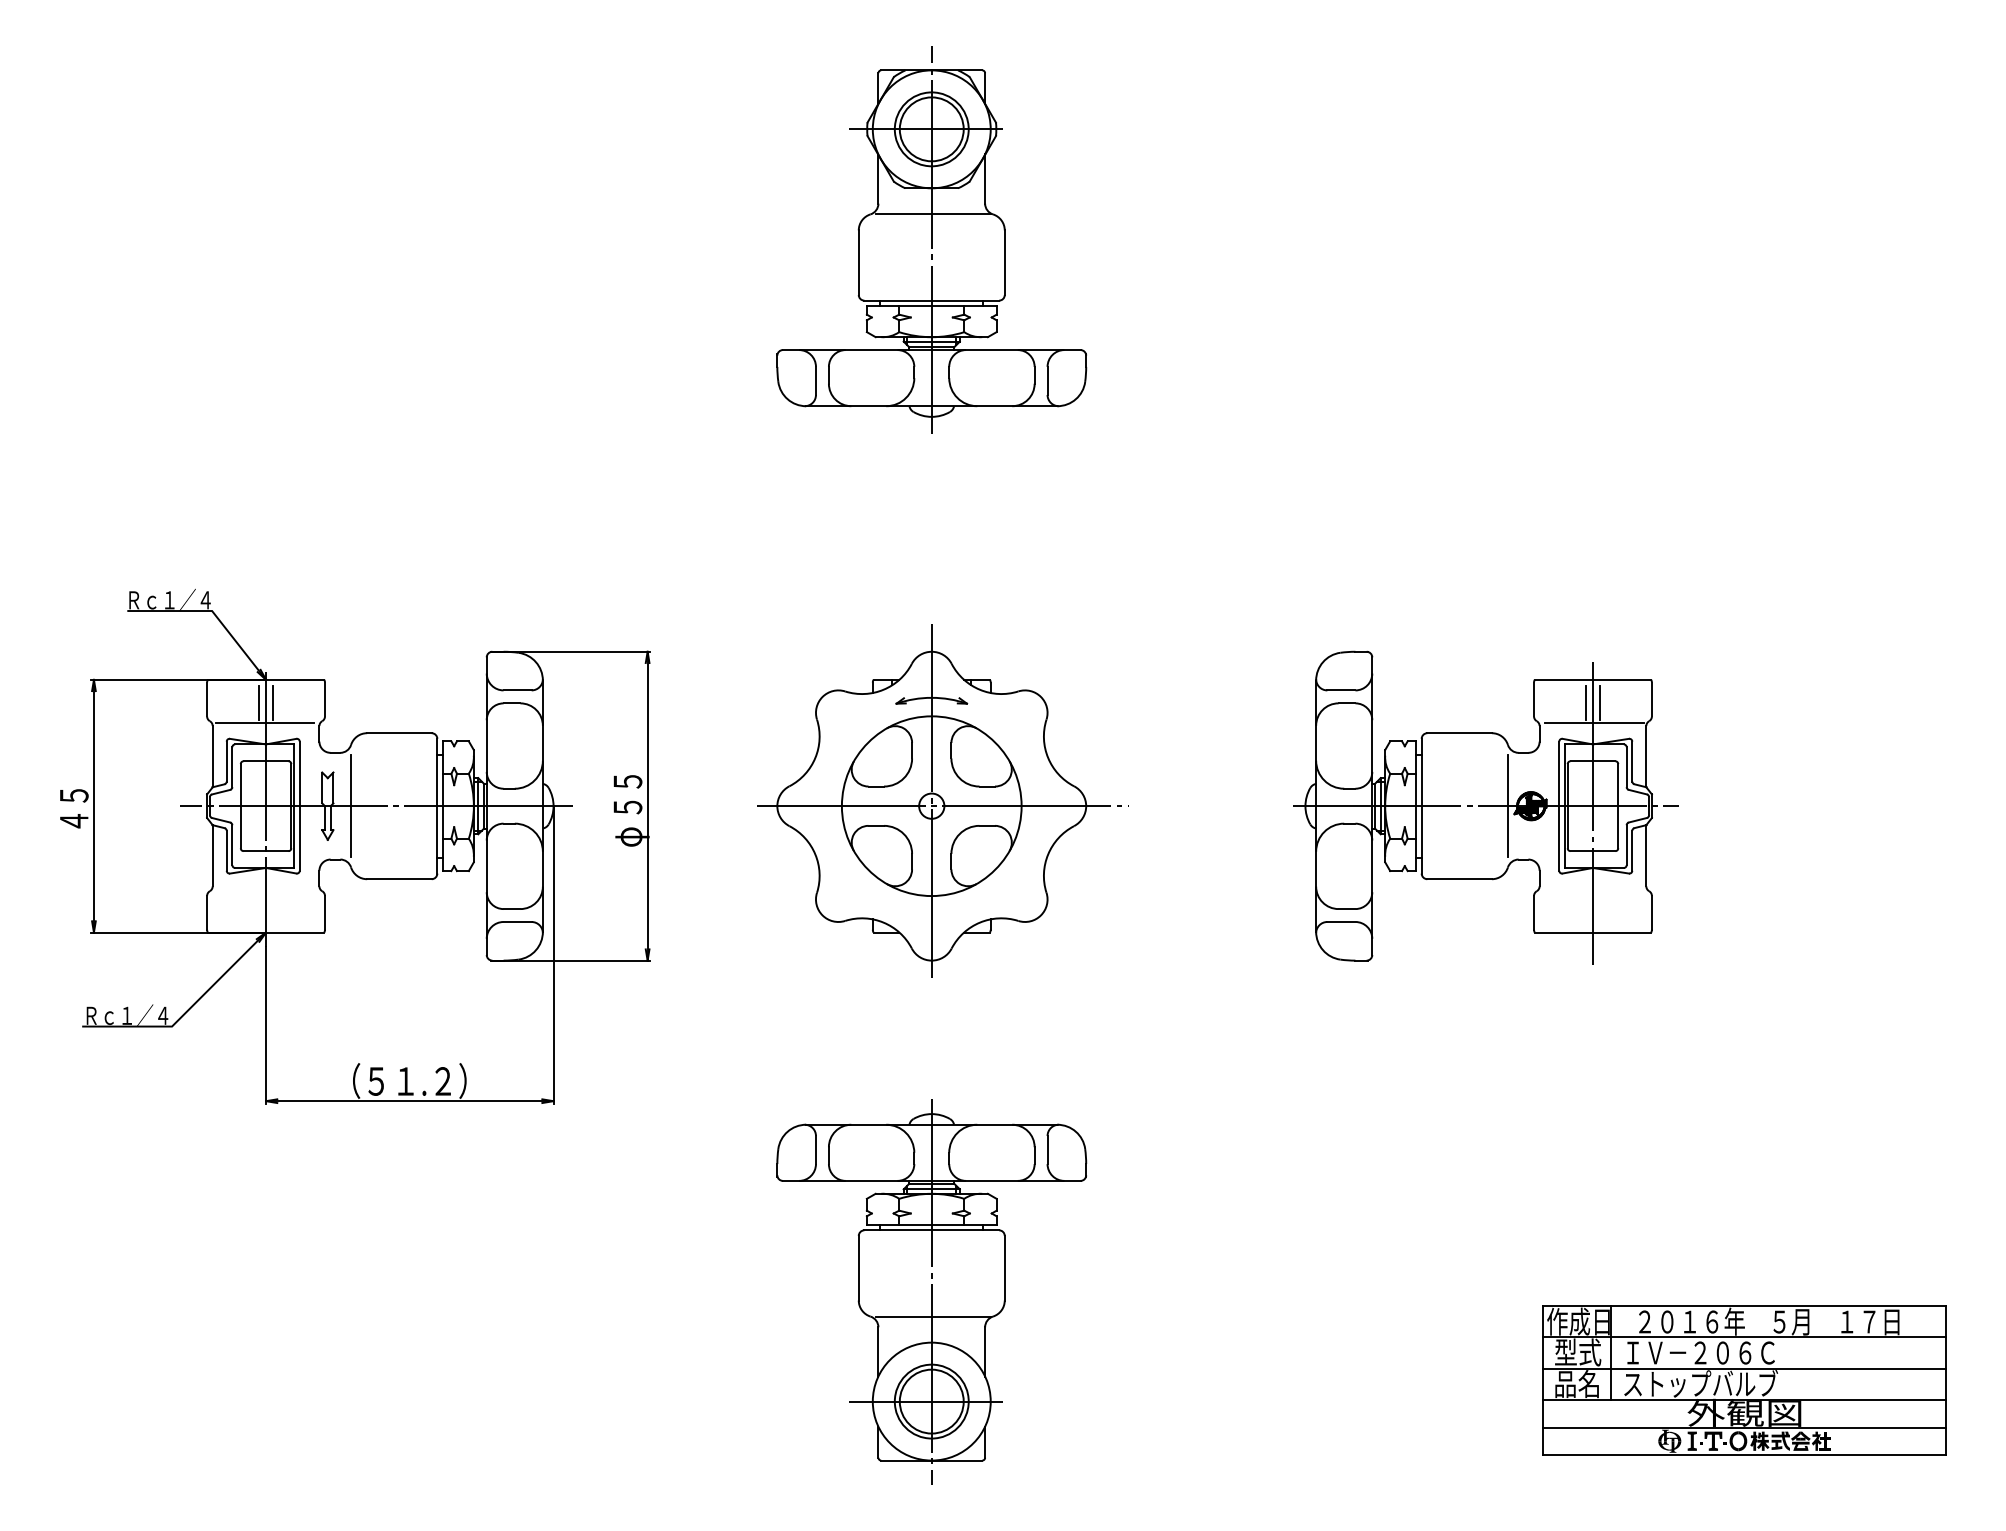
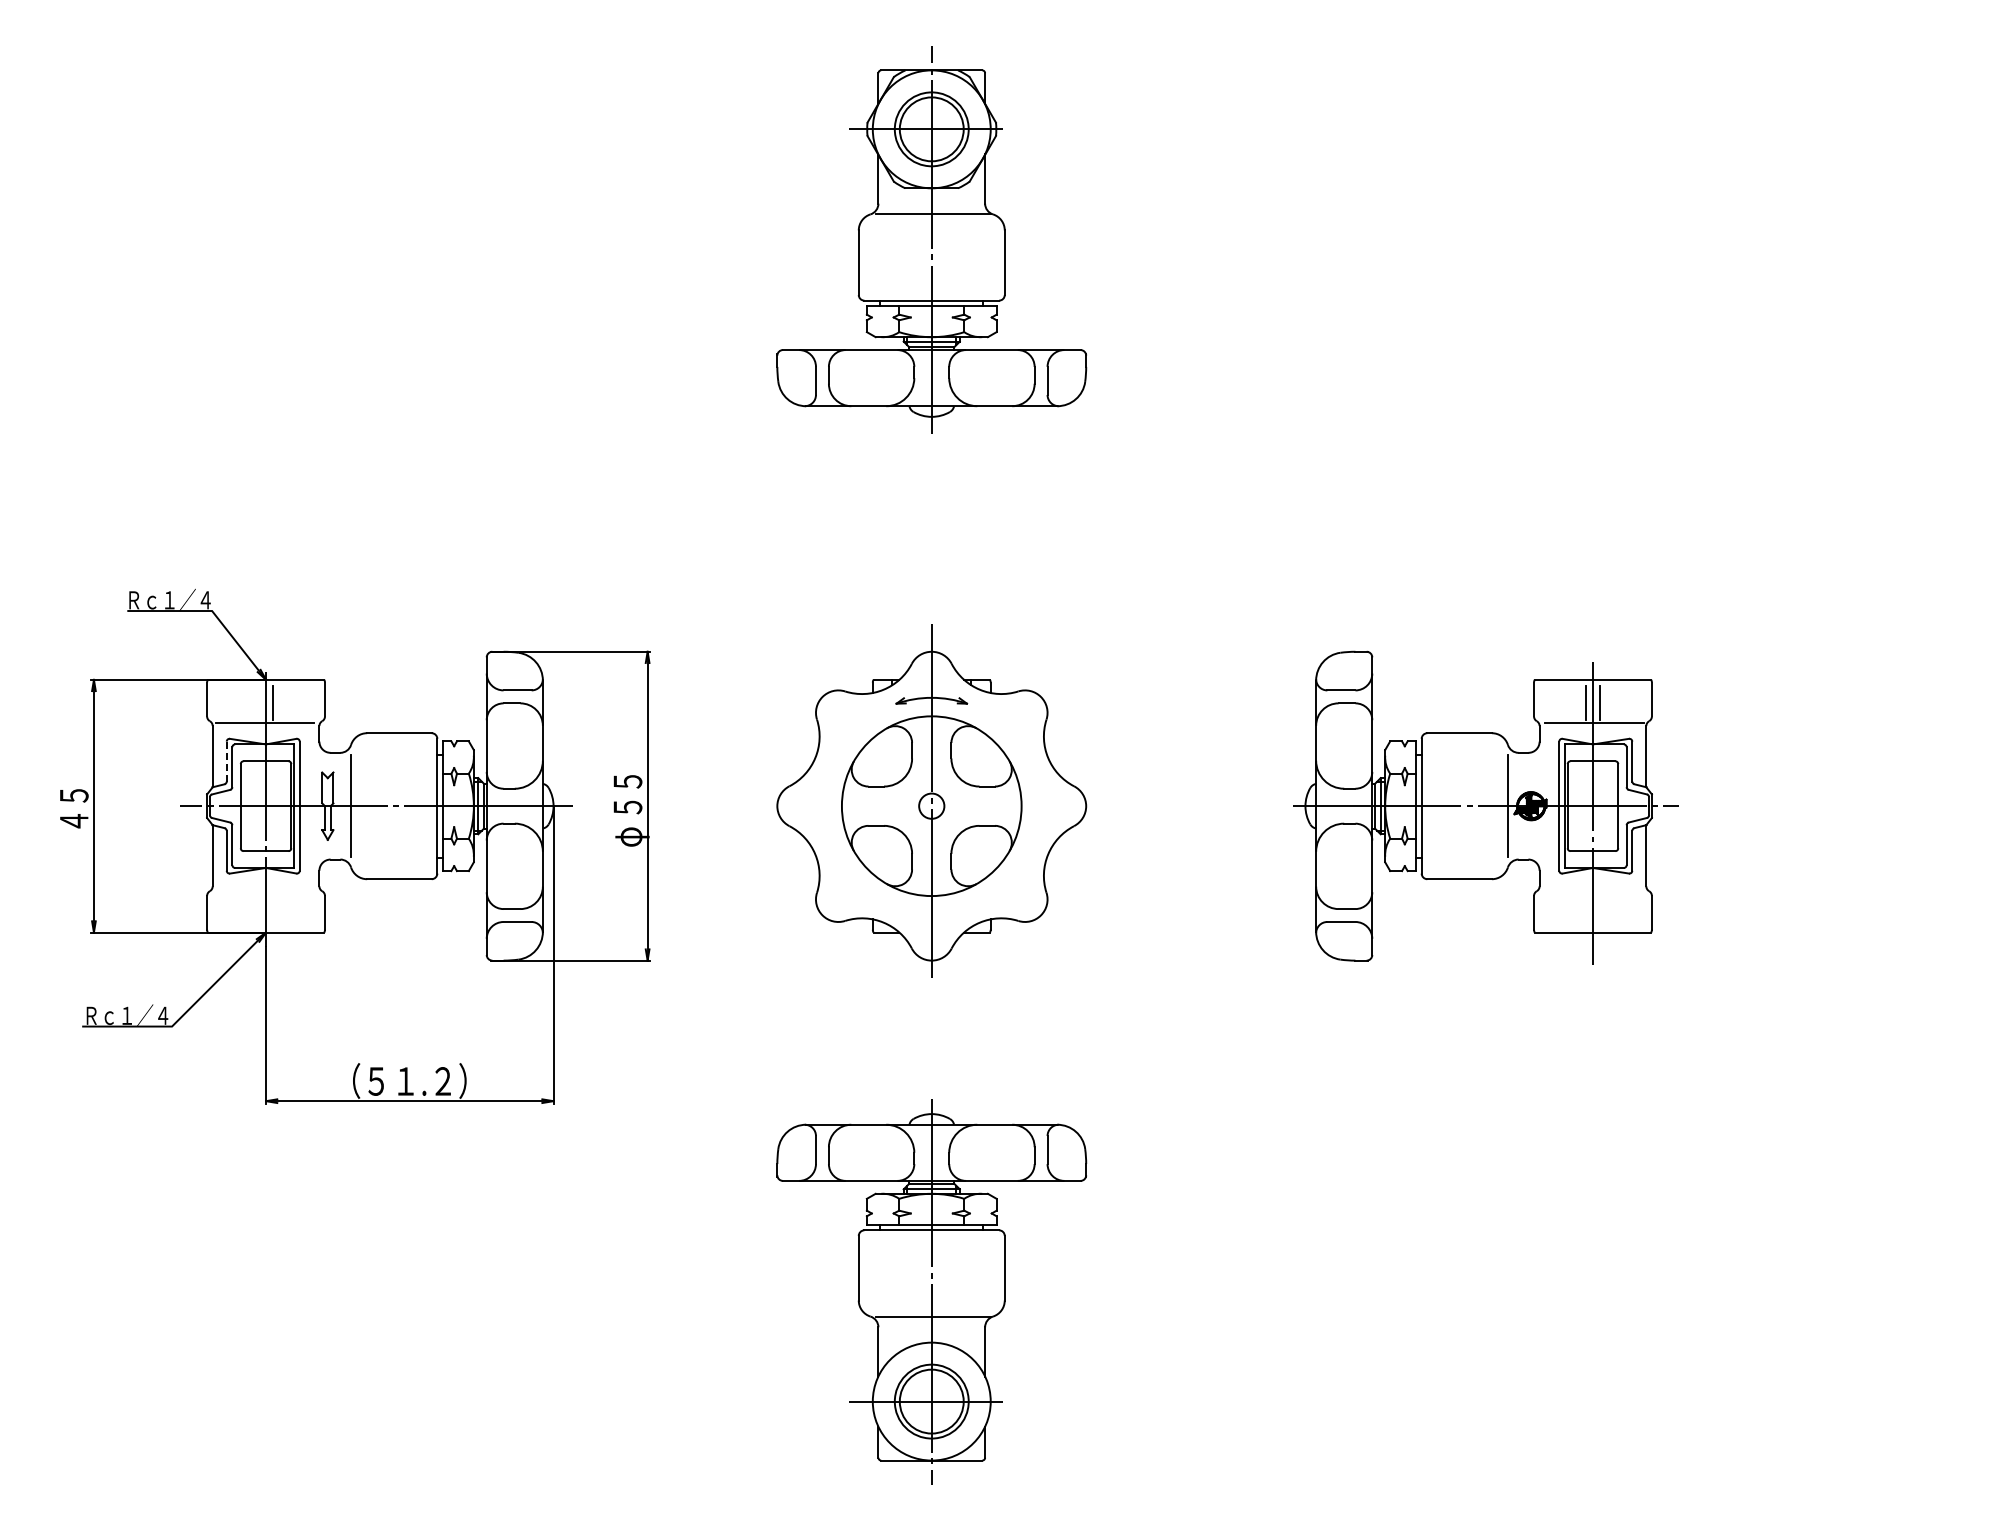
line at (259, 702): present -> none
line at (226, 761): solid -> dashed
line at (943, 806): present -> none
part at (1744, 1380): present -> none
